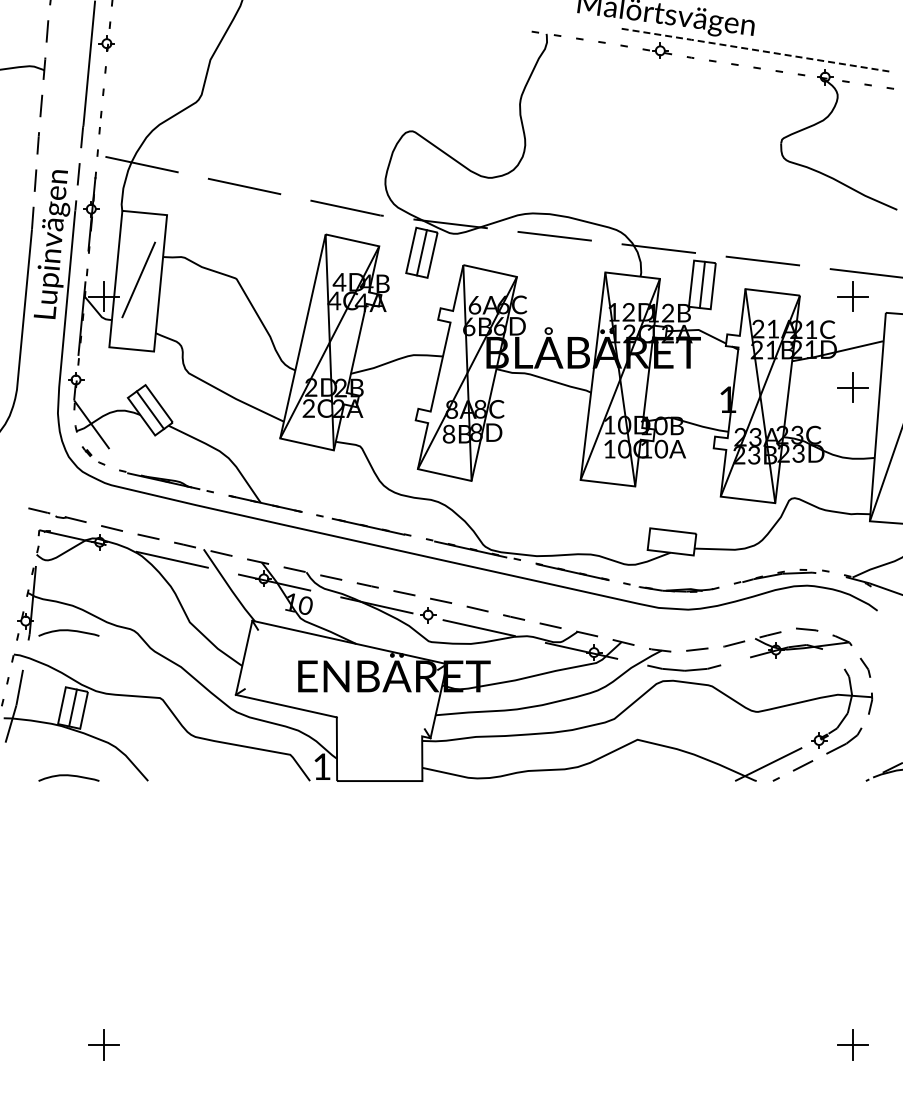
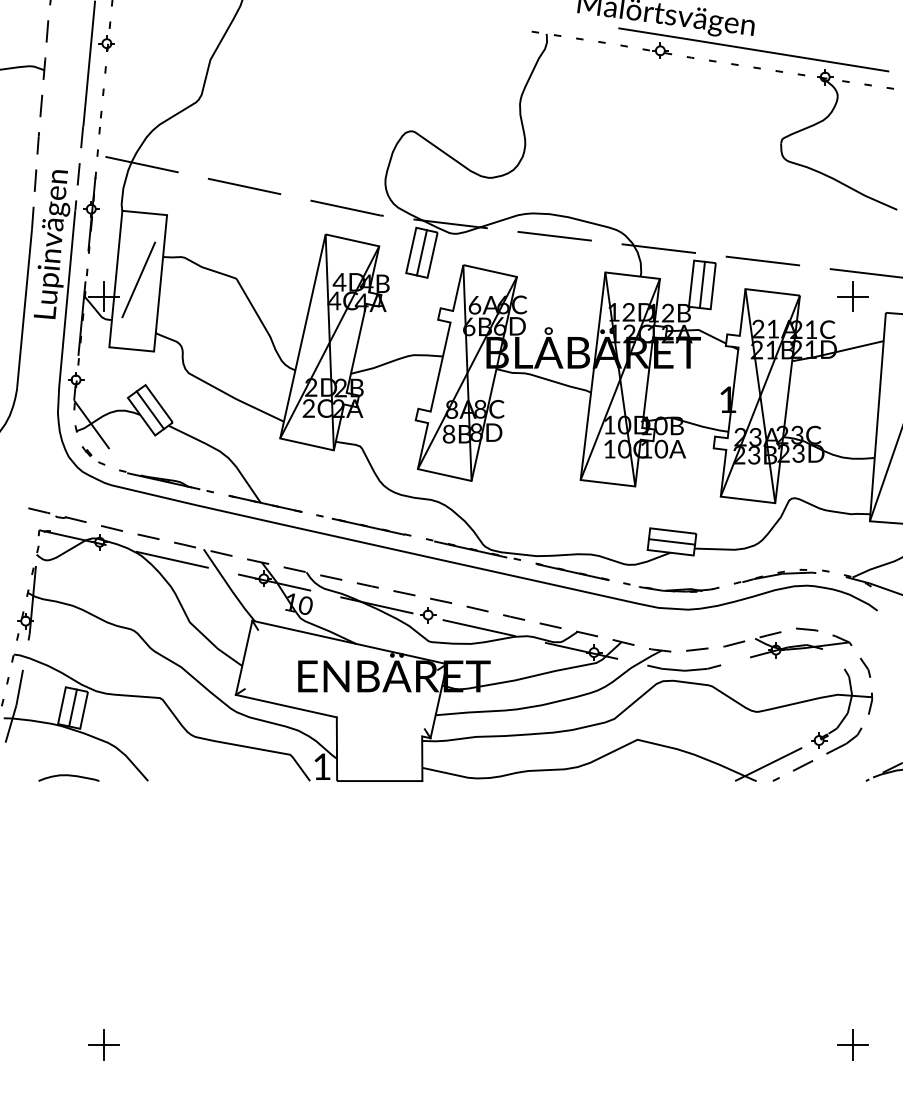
line at (753, 49): dashed -> solid
part at (852, 387): present -> none
line at (671, 541): none -> present
curve at (68, 631): present -> none
